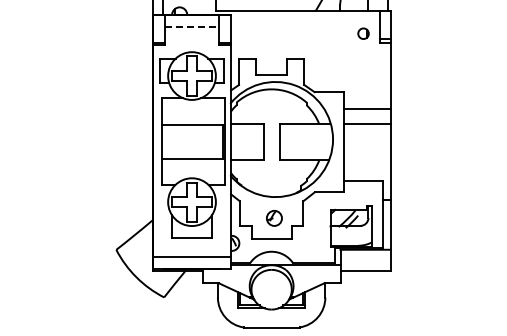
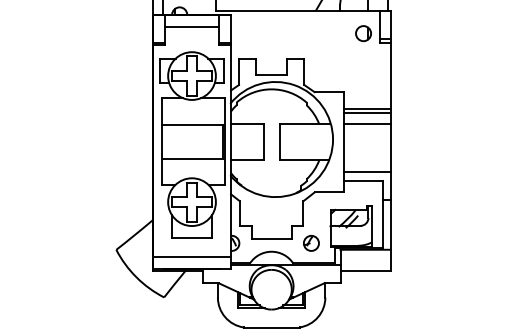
line at (192, 26): dashed -> solid
part at (363, 33) size: 13x13 px -> 17x18 px
line at (366, 112): none -> present
line at (366, 172): none -> present
part at (274, 218) position: (274, 218) -> (311, 243)
